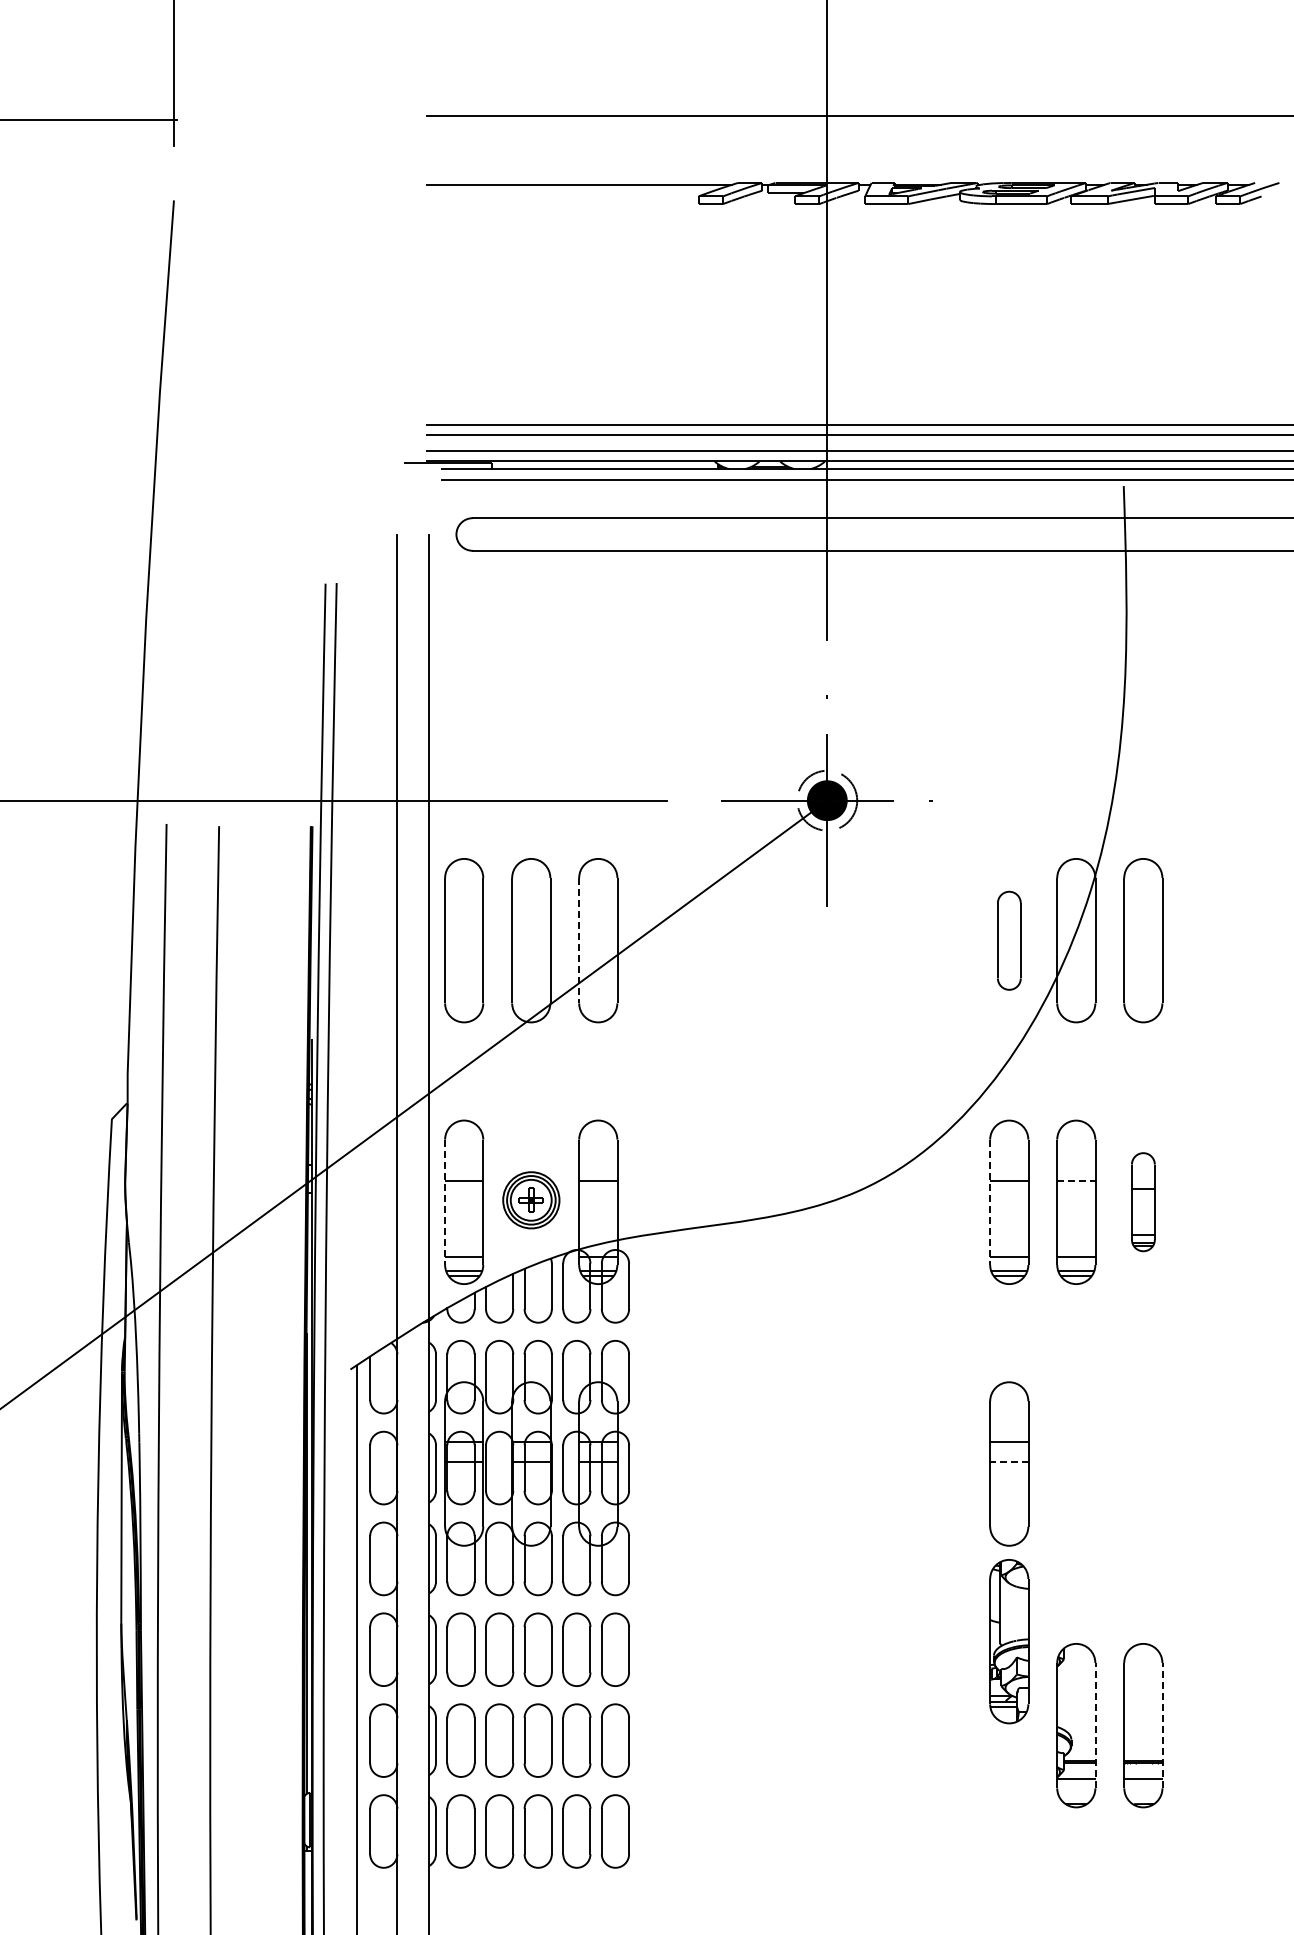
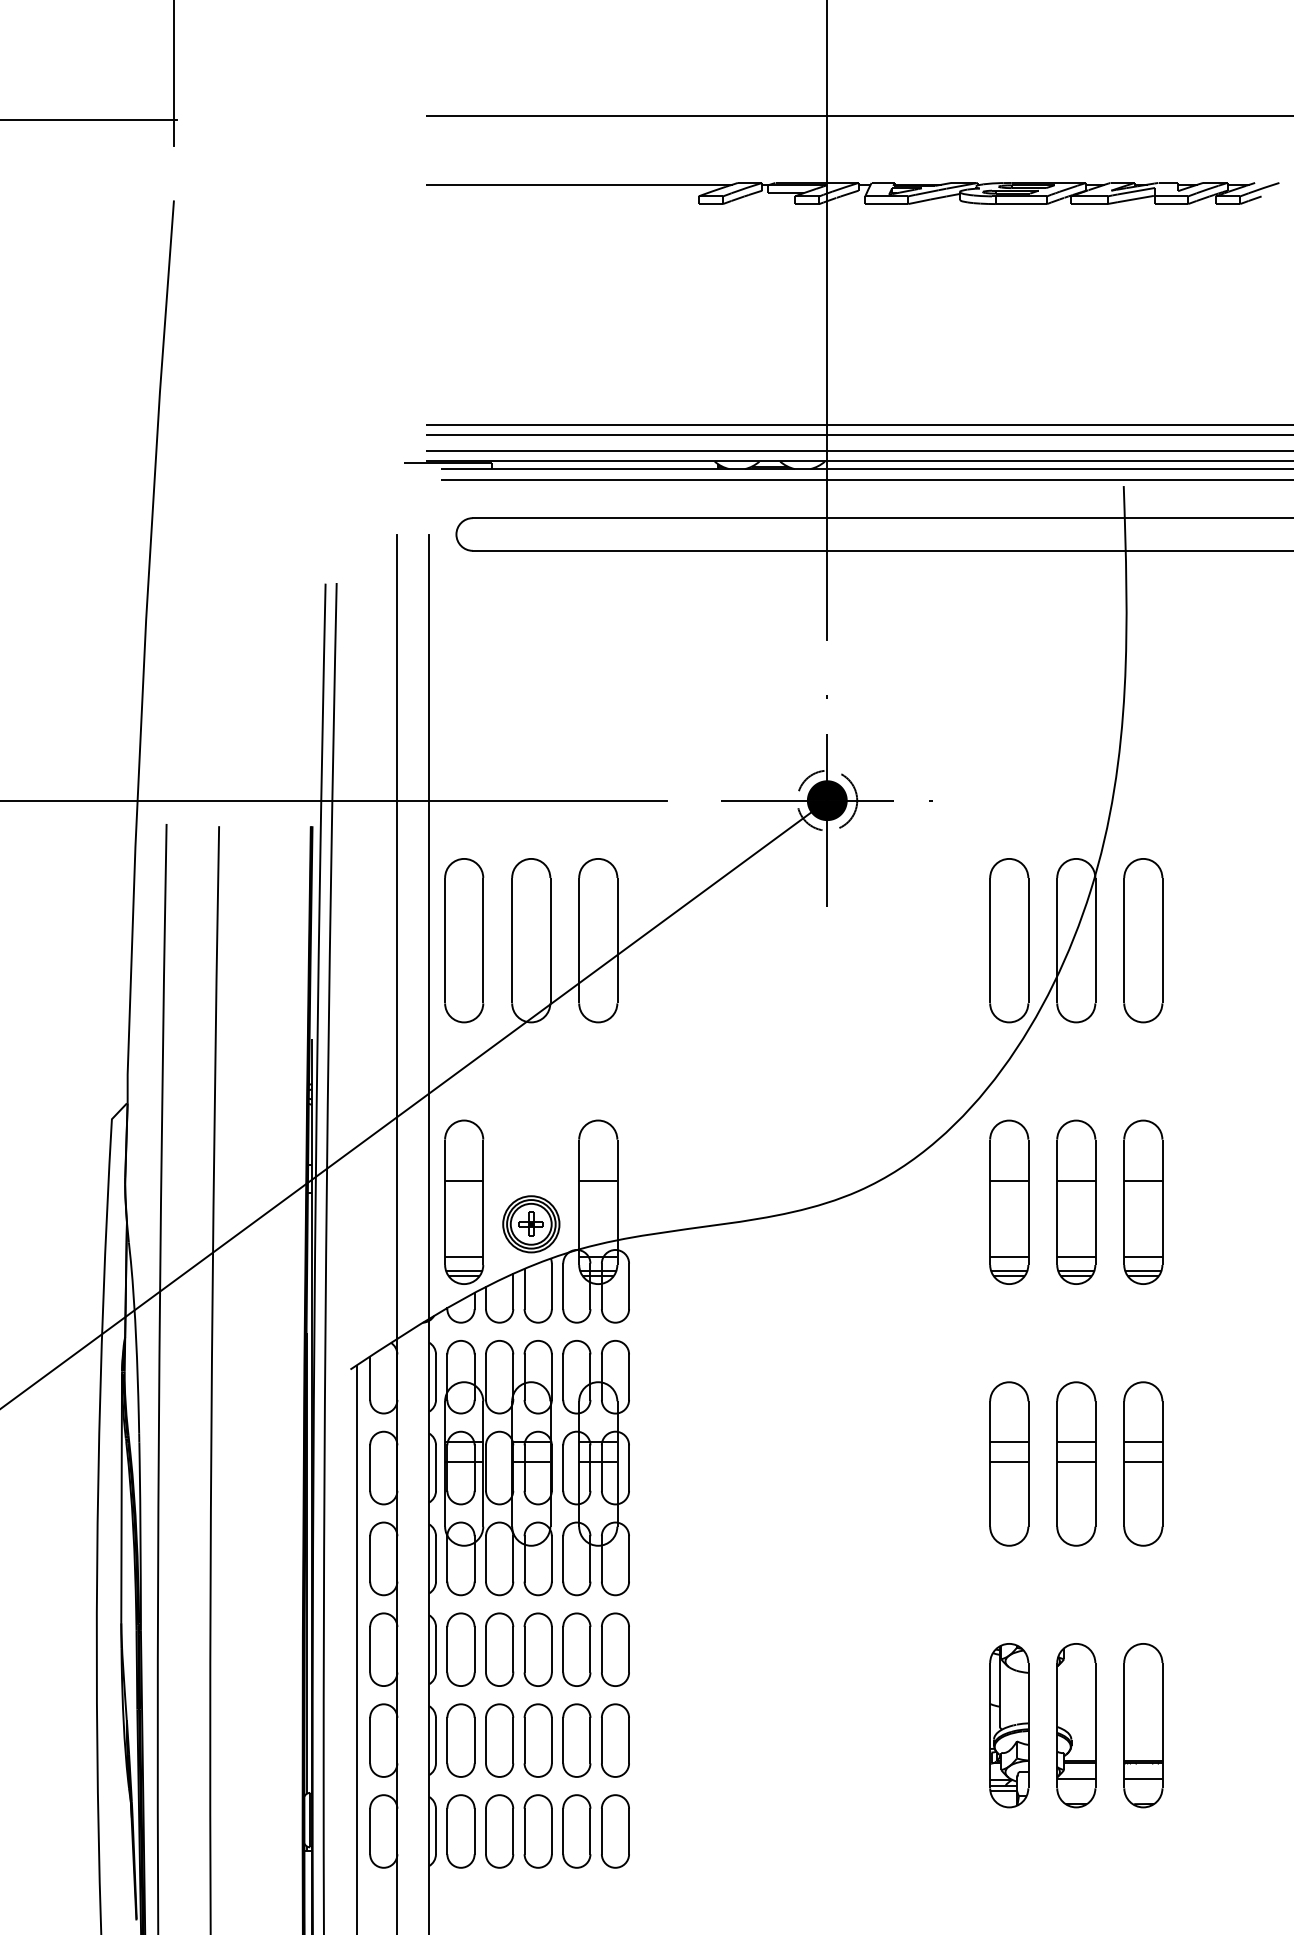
line at (579, 940): dashed -> solid
part at (1009, 940) size: 25x101 px -> 41x166 px
line at (1076, 1180): dashed -> solid
part at (531, 1200) position: (531, 1200) -> (531, 1224)
line at (445, 1202): dashed -> solid
line at (990, 1202): dashed -> solid
part at (1143, 1202) size: 25x101 px -> 41x166 px
line at (1008, 1461): dashed -> solid
part at (1076, 1463): none -> present
part at (1143, 1463): none -> present
part at (1009, 1641) position: (1009, 1641) -> (1009, 1725)
line at (1095, 1725): dashed -> solid
line at (1162, 1725): dashed -> solid
